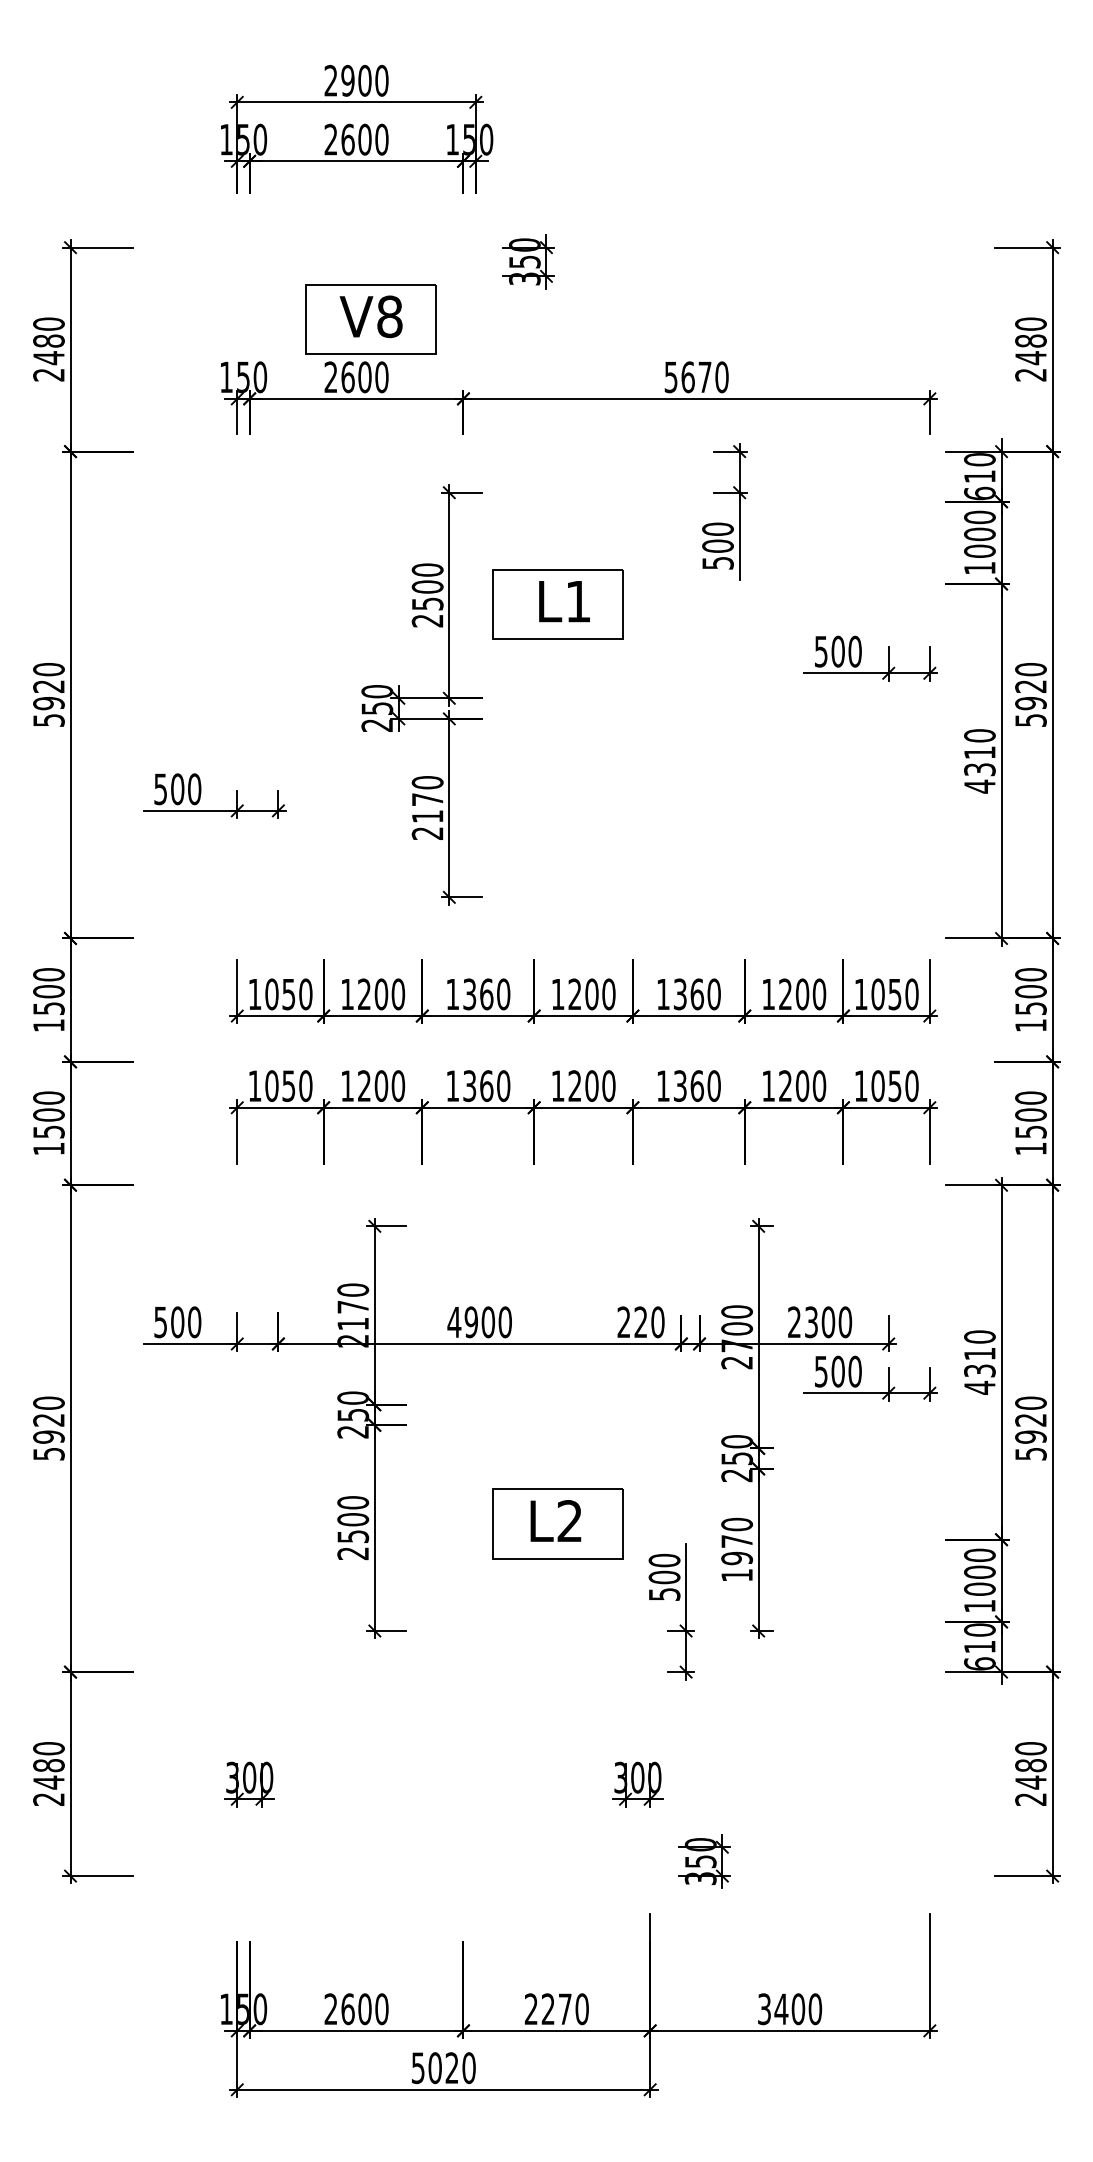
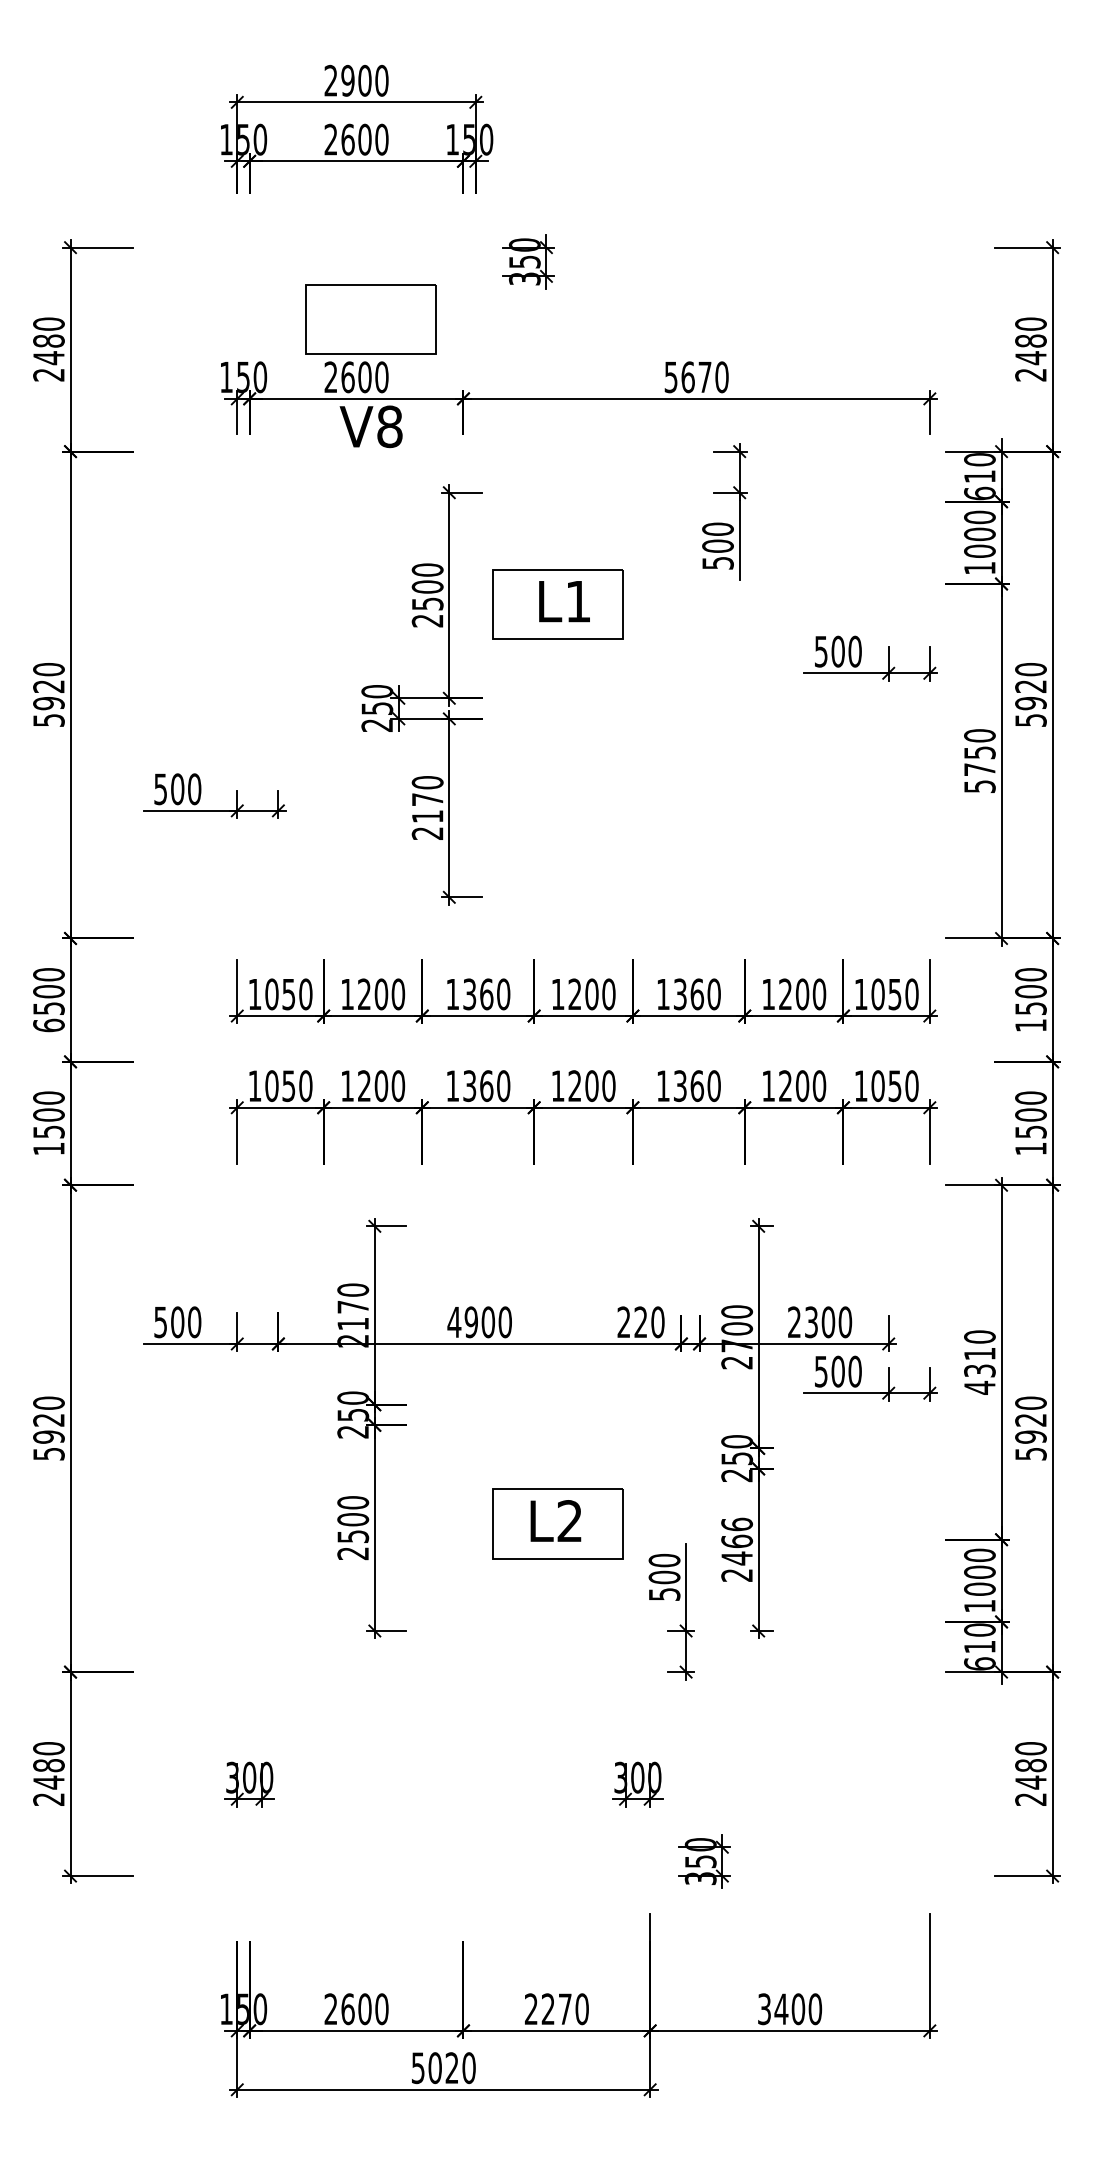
text at (370, 316) position: (370, 316) -> (370, 426)
text at (979, 769): 4310 -> 5750
text at (48, 1025): 1500 -> 6500
text at (737, 1549): 1970 -> 2466
